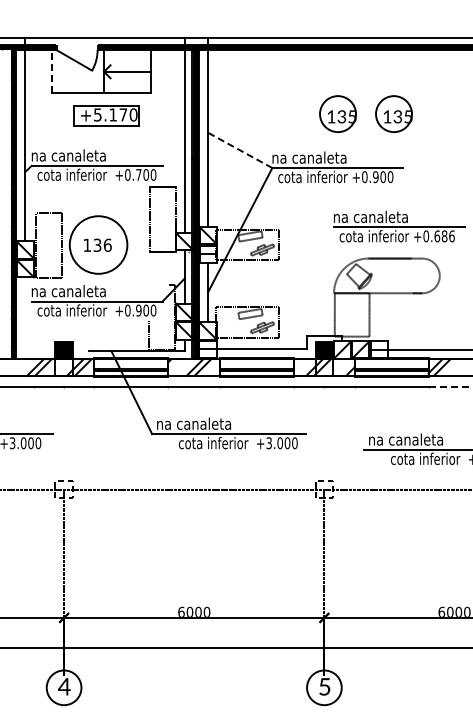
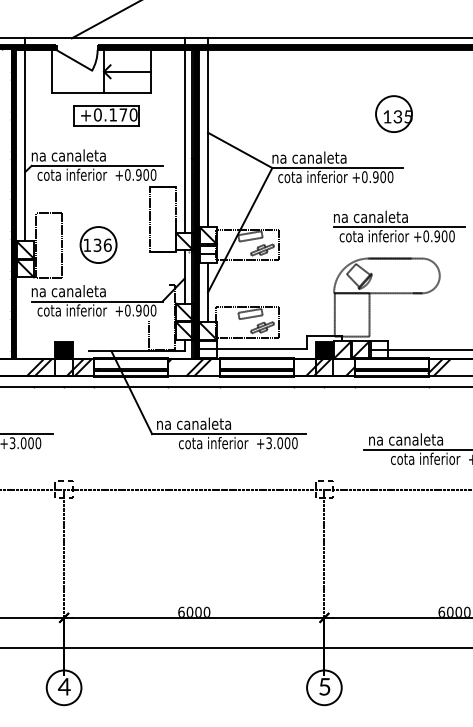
line at (104, 20): none -> present
line at (51, 71): dashed -> solid
part at (337, 113): present -> none
text at (97, 114): +5.170 -> +0.170
line at (240, 150): dashed -> solid
text at (138, 174): +0.700 -> +0.900
text at (444, 236): +0.686 -> +0.900
circle at (98, 244) diameter: 58 px -> 36 px
line at (451, 386): dashed -> solid
